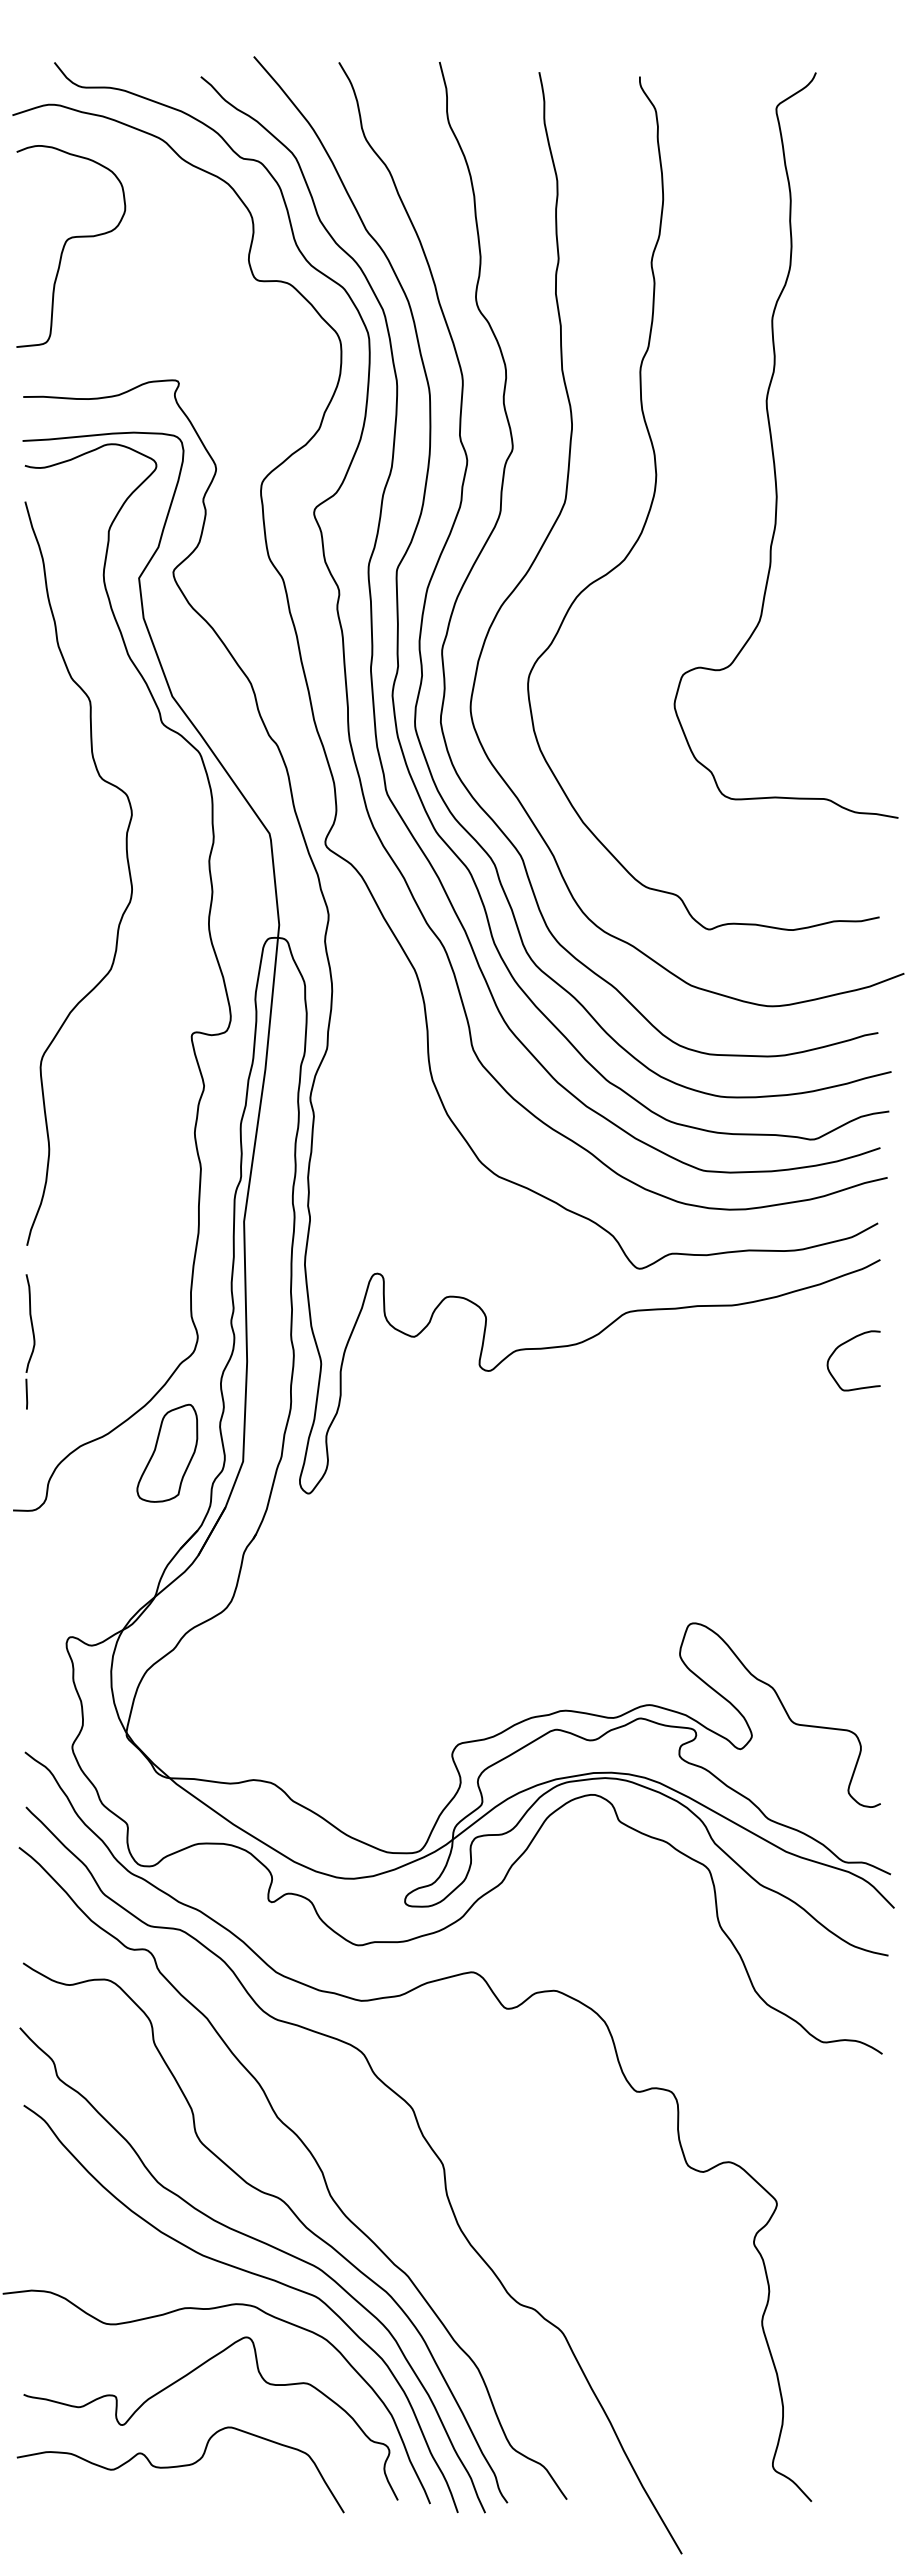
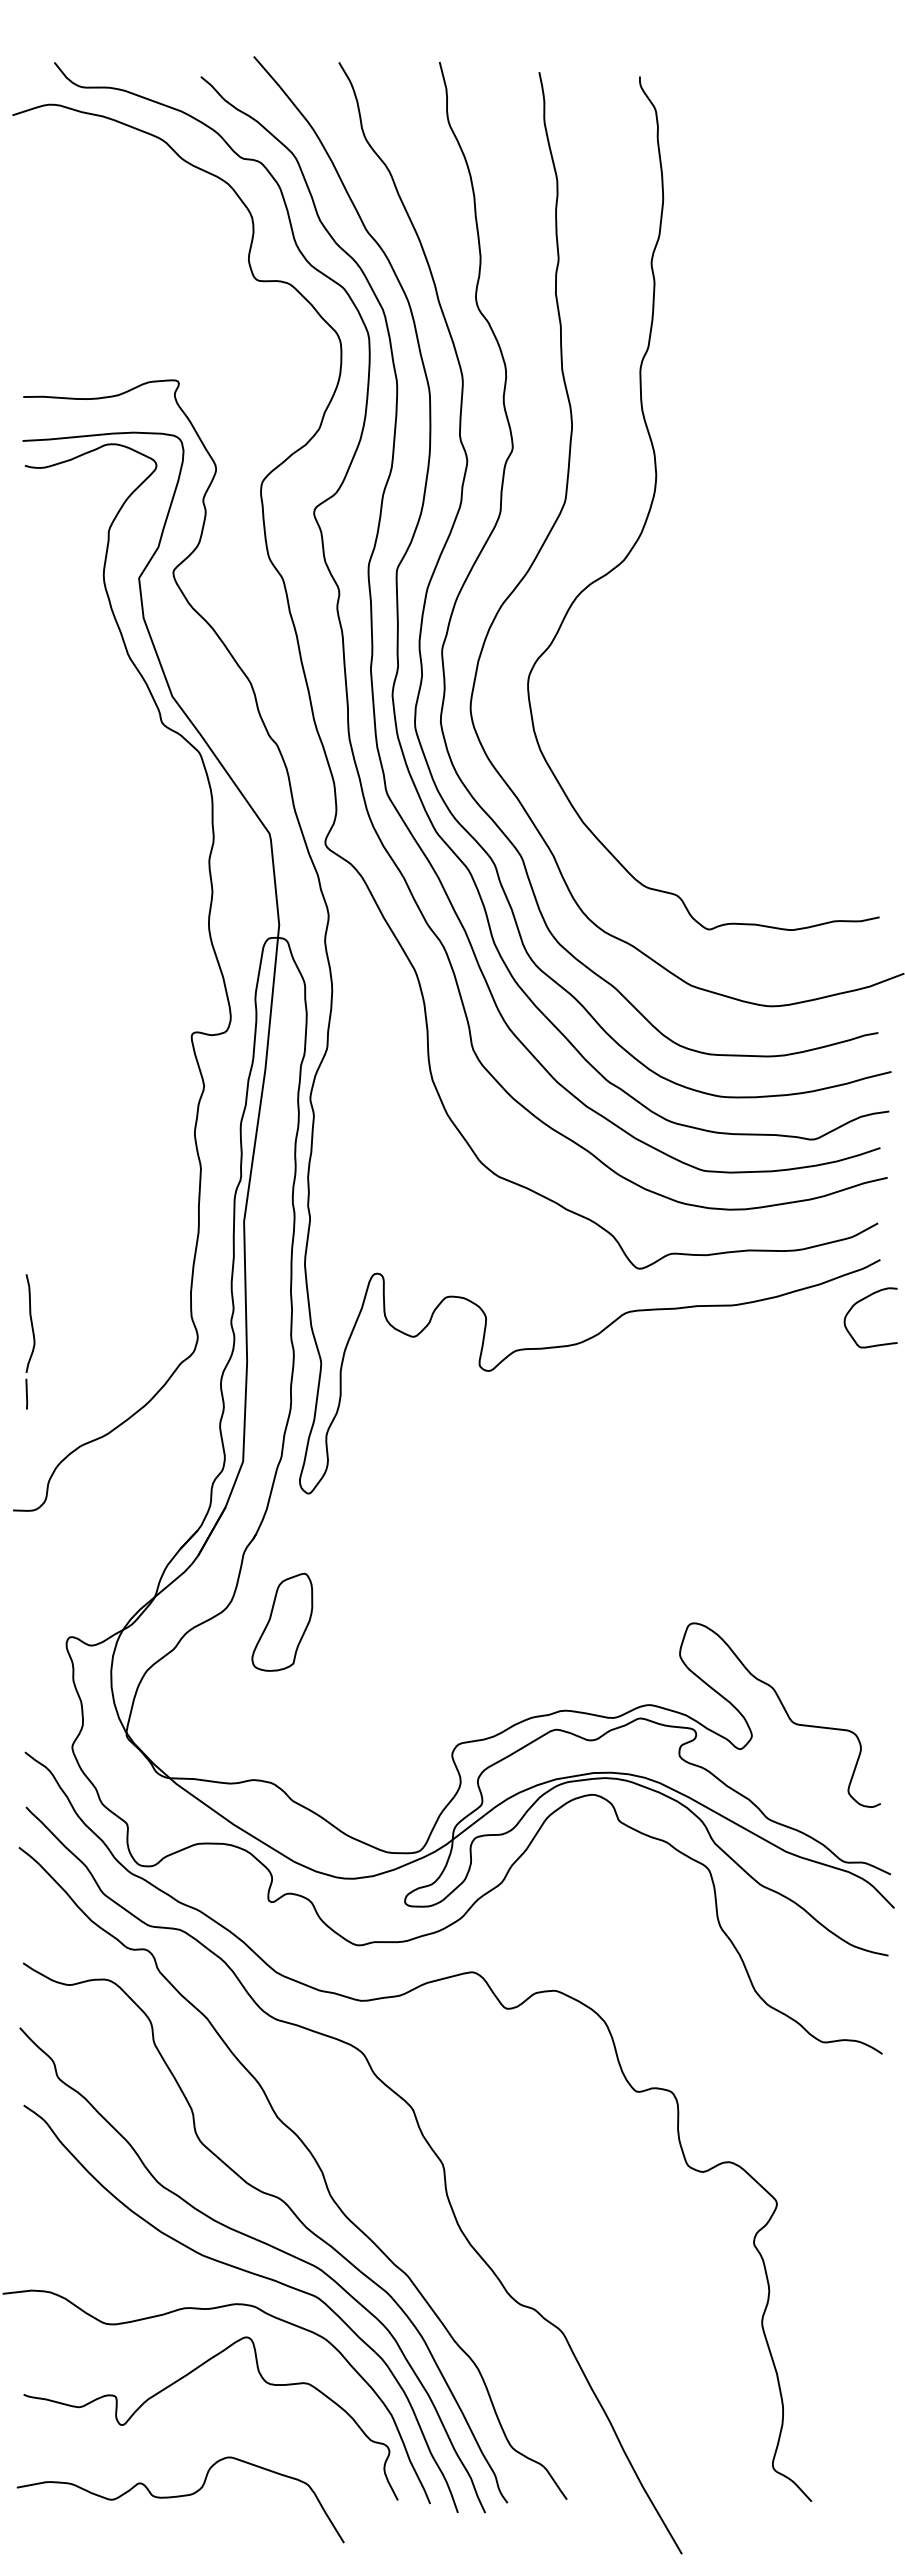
curve at (66, 243): present -> none
curve at (773, 447): present -> none
curve at (127, 865): present -> none
curve at (844, 1344) position: (844, 1344) -> (861, 1301)
part at (167, 1452) position: (167, 1452) -> (282, 1621)
curve at (180, 2467) position: (180, 2467) -> (180, 2497)
